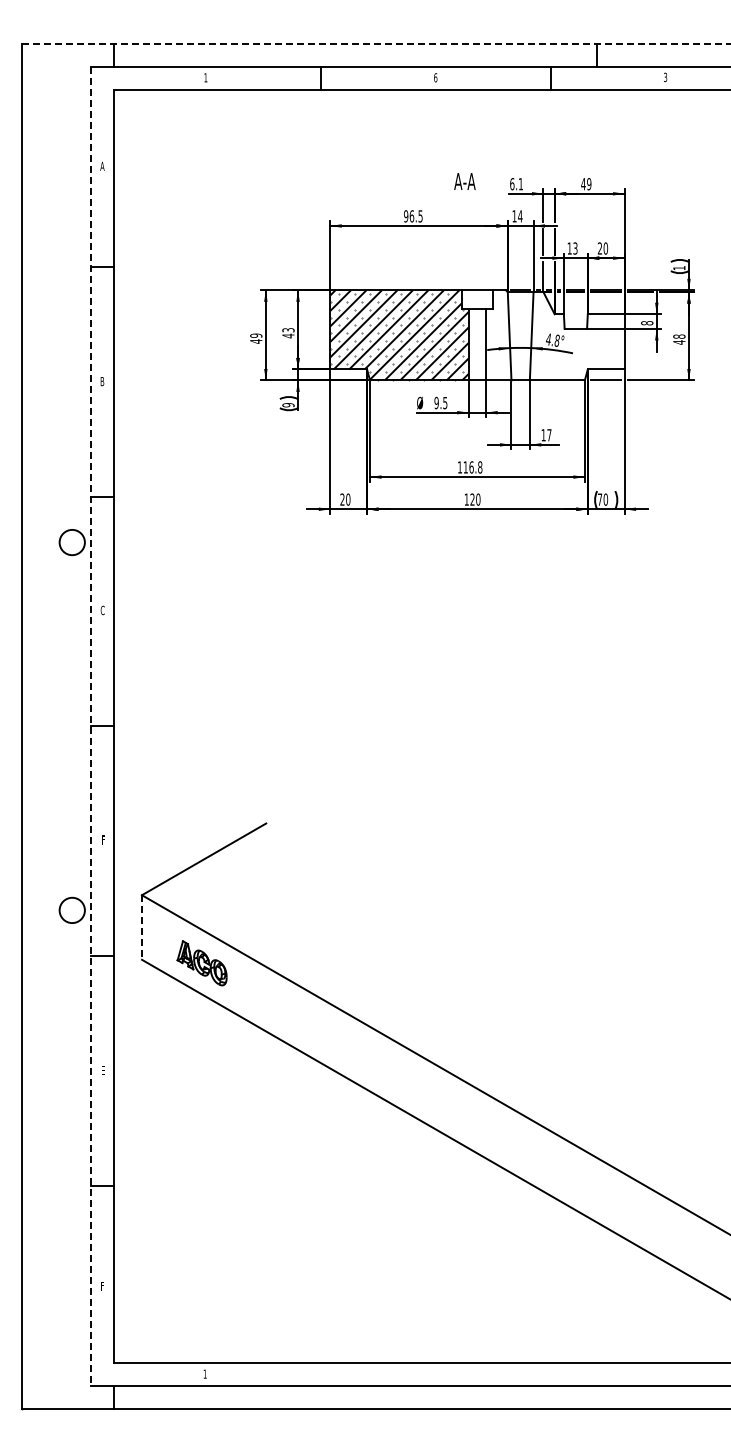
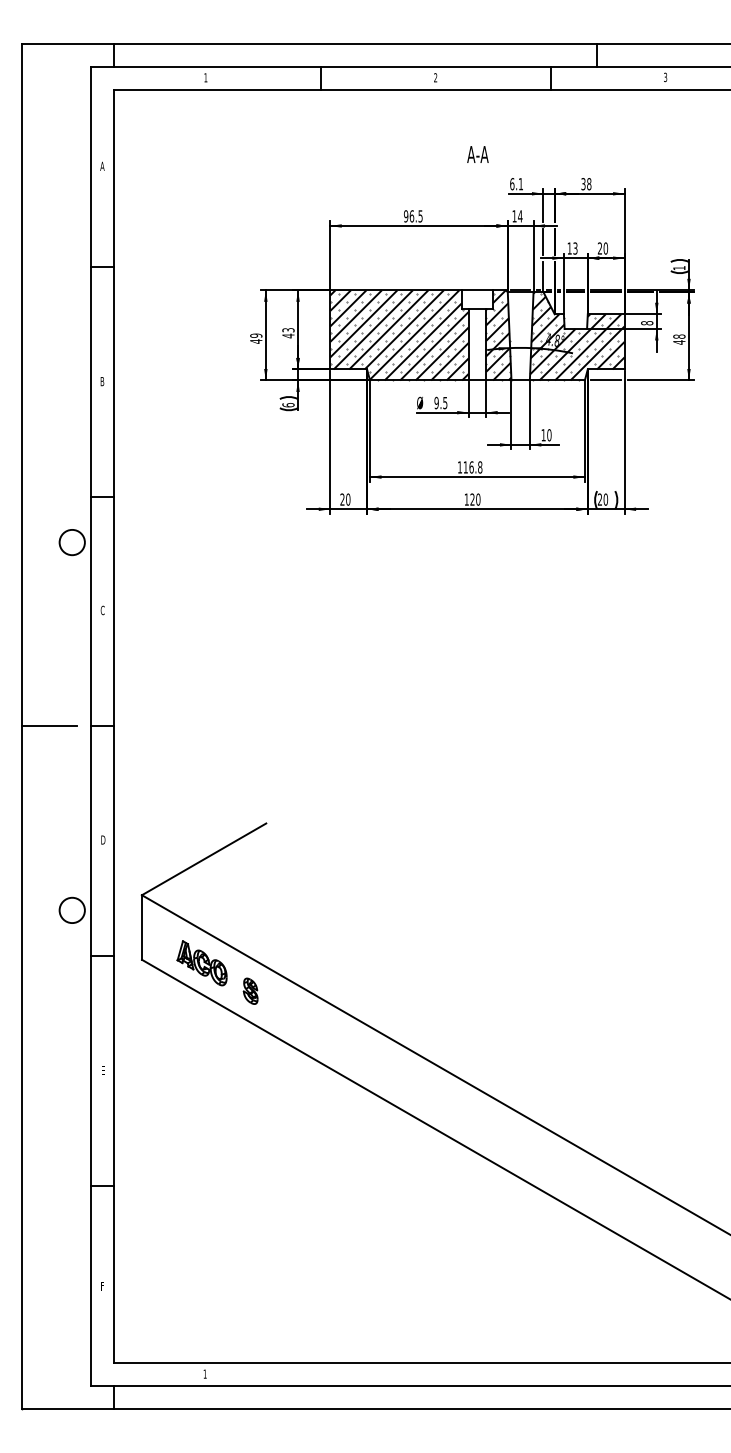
line at (376, 43): dashed -> solid
text at (435, 77): 6 -> 2
text at (464, 181) position: (464, 181) -> (477, 154)
text at (586, 184): 49 -> 38
hatch at (498, 335): none -> present
hatch at (577, 336): none -> present
text at (288, 405): 9 -> 6
text at (549, 435): 17 -> 10
text at (599, 499): 70 -> 20
line at (48, 726): none -> present
line at (90, 726): dashed -> solid
text at (103, 839): F -> D
line at (141, 928): dashed -> solid
part at (250, 990): none -> present
